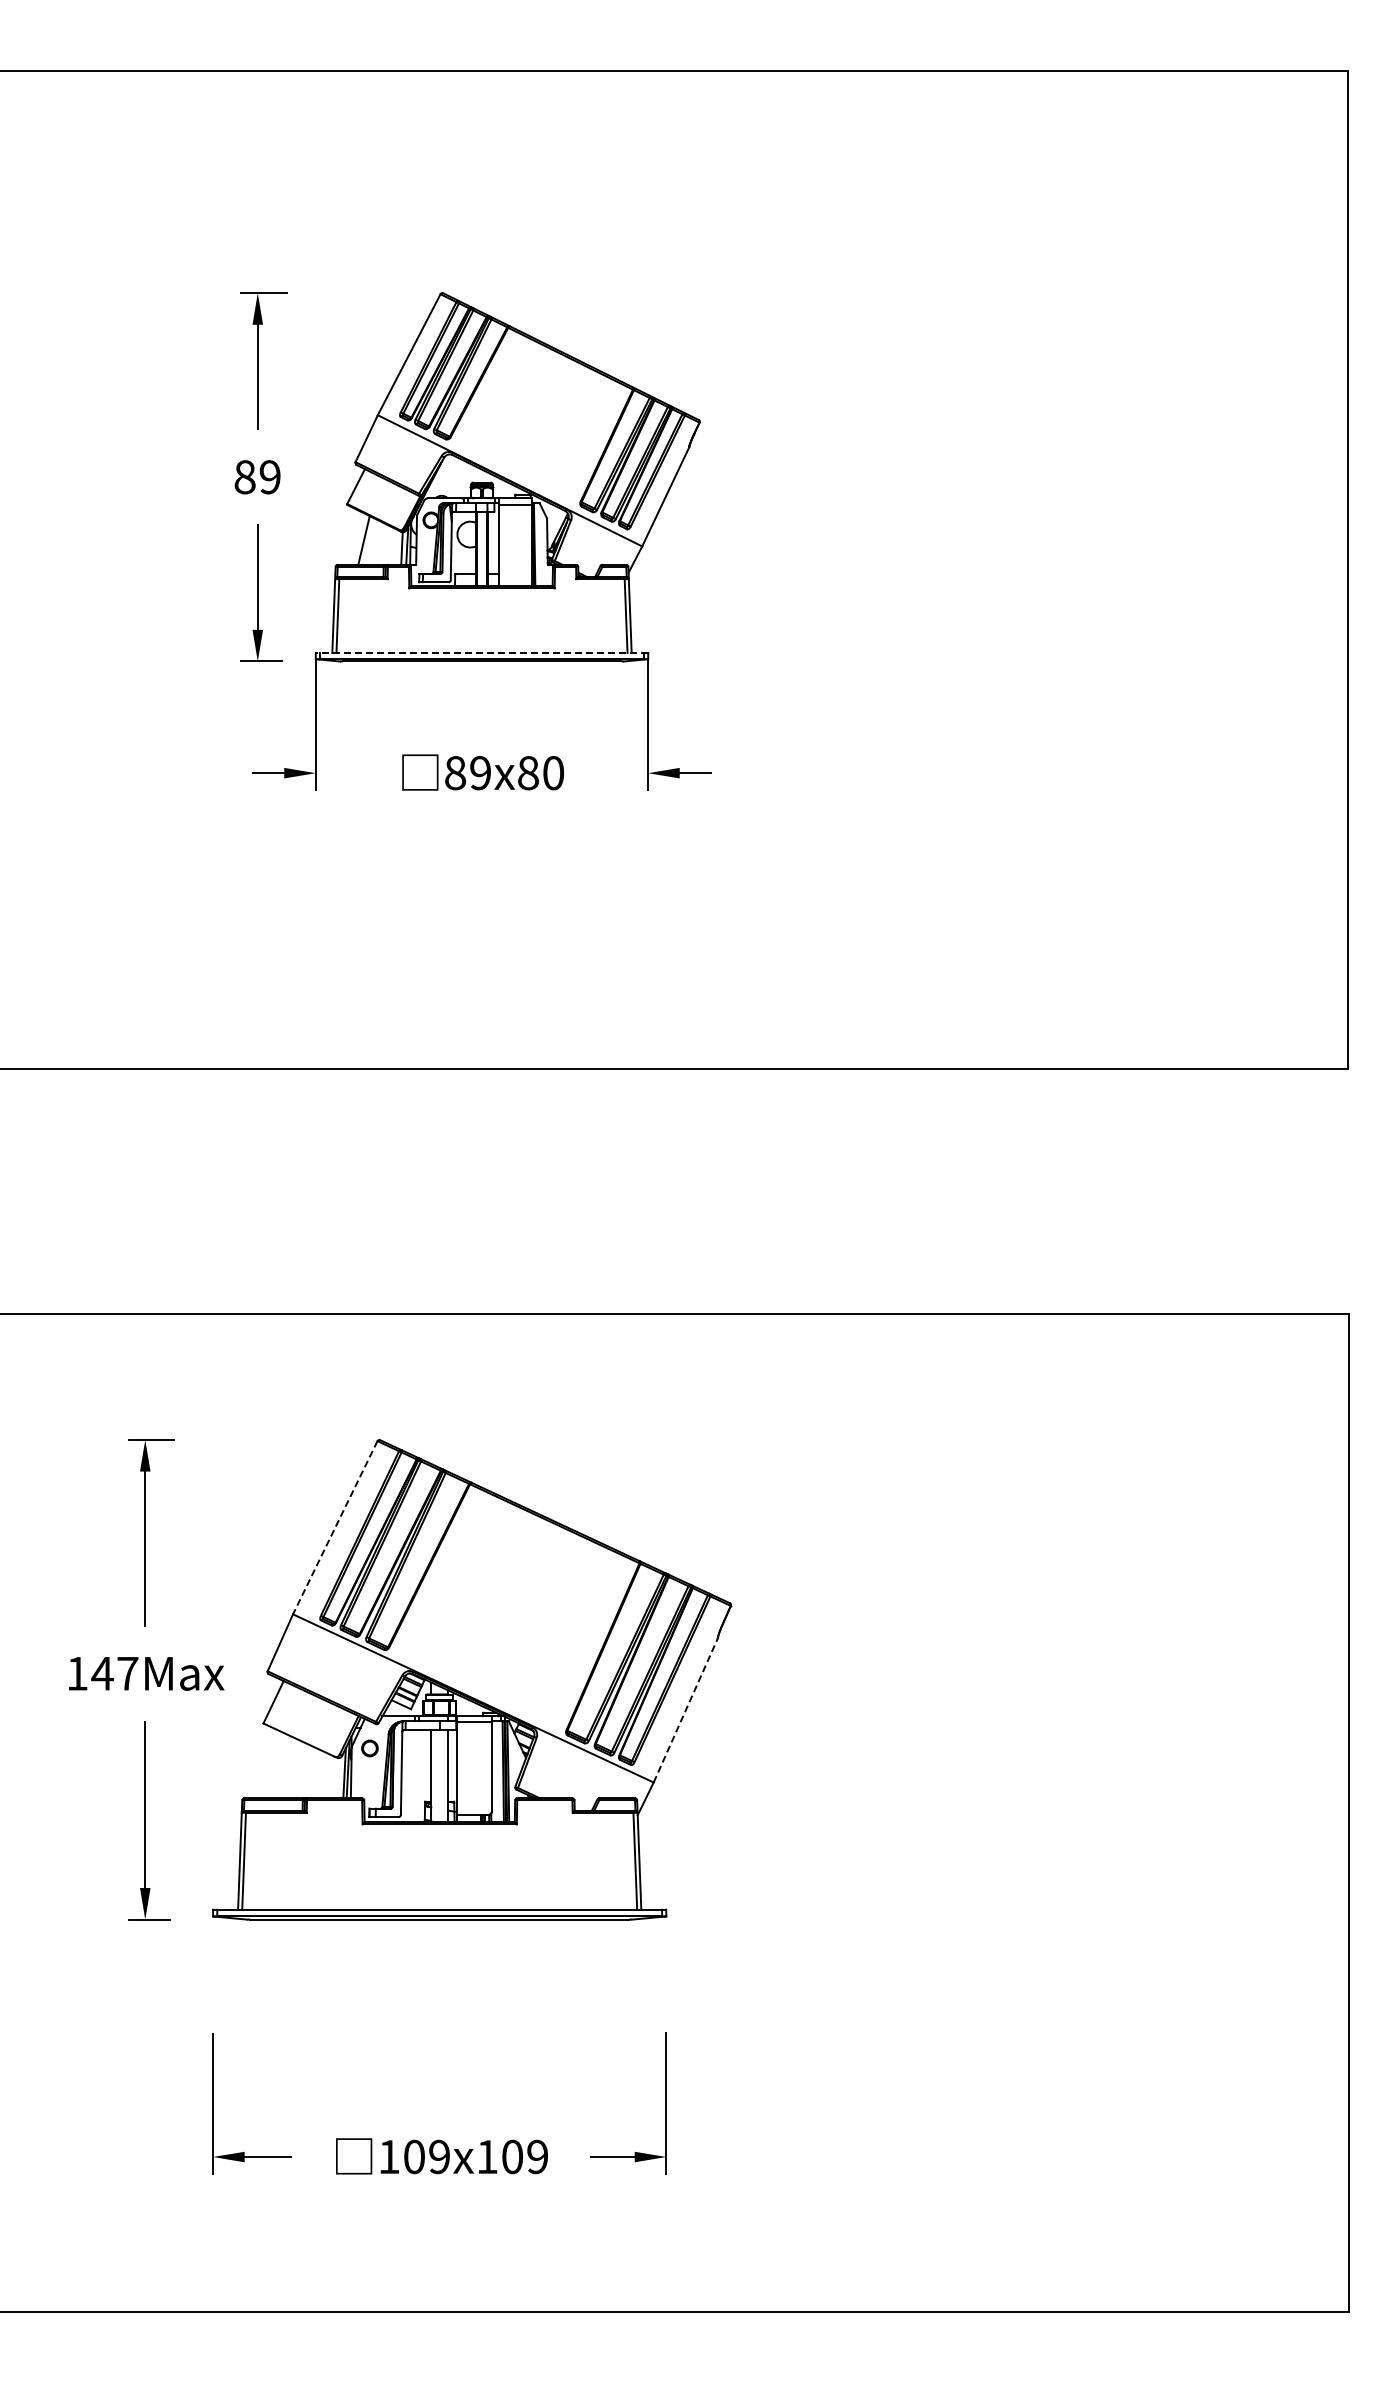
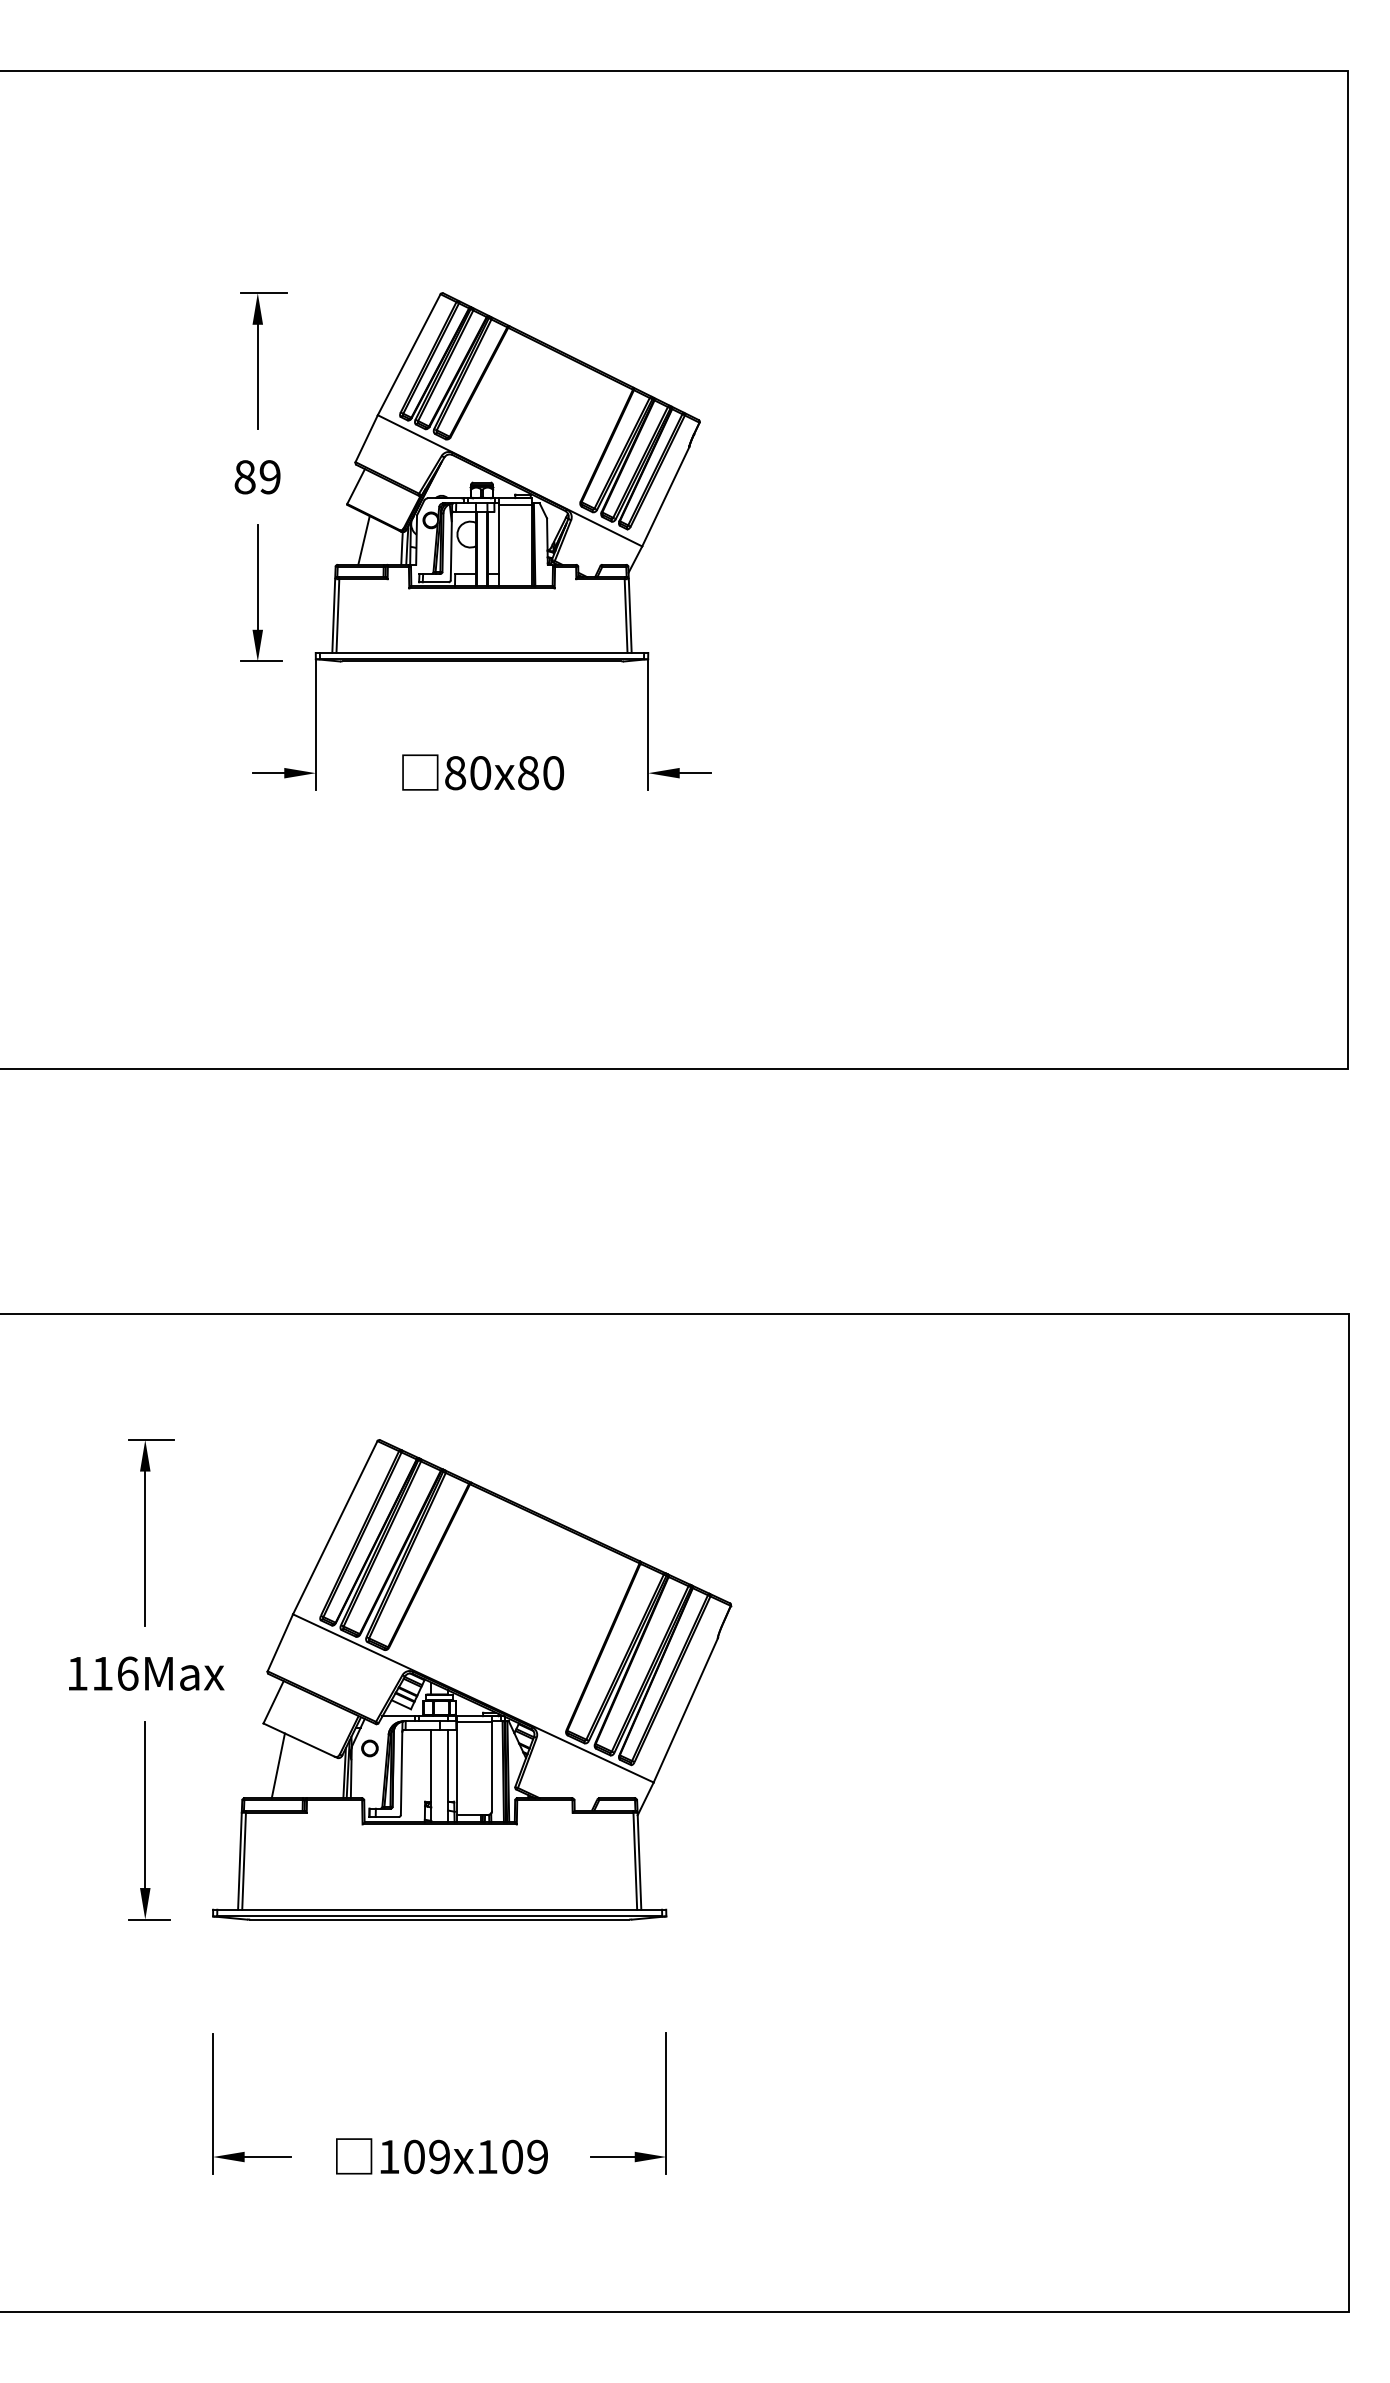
line at (481, 652): dashed -> solid
text at (480, 773): 89x80 -> 80x80
line at (335, 1528): dashed -> solid
text at (114, 1673): 147Max -> 116Max
line at (686, 1709): dashed -> solid
line at (277, 1765): none -> present
